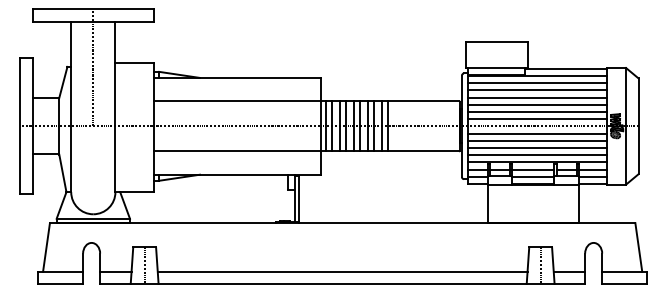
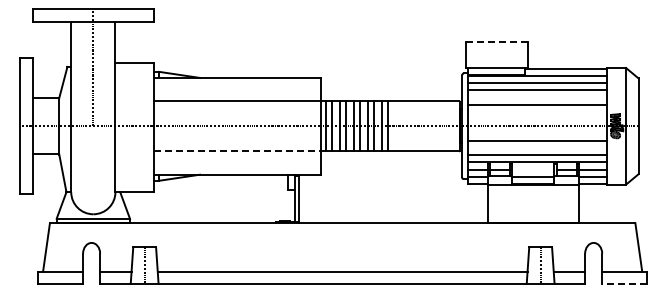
line at (496, 42): solid -> dashed
line at (537, 97): present -> none
line at (537, 111): present -> none
line at (537, 119): present -> none
line at (537, 133): present -> none
line at (537, 147): present -> none
line at (237, 151): solid -> dashed
line at (533, 169): present -> none
line at (624, 283): solid -> dashed
